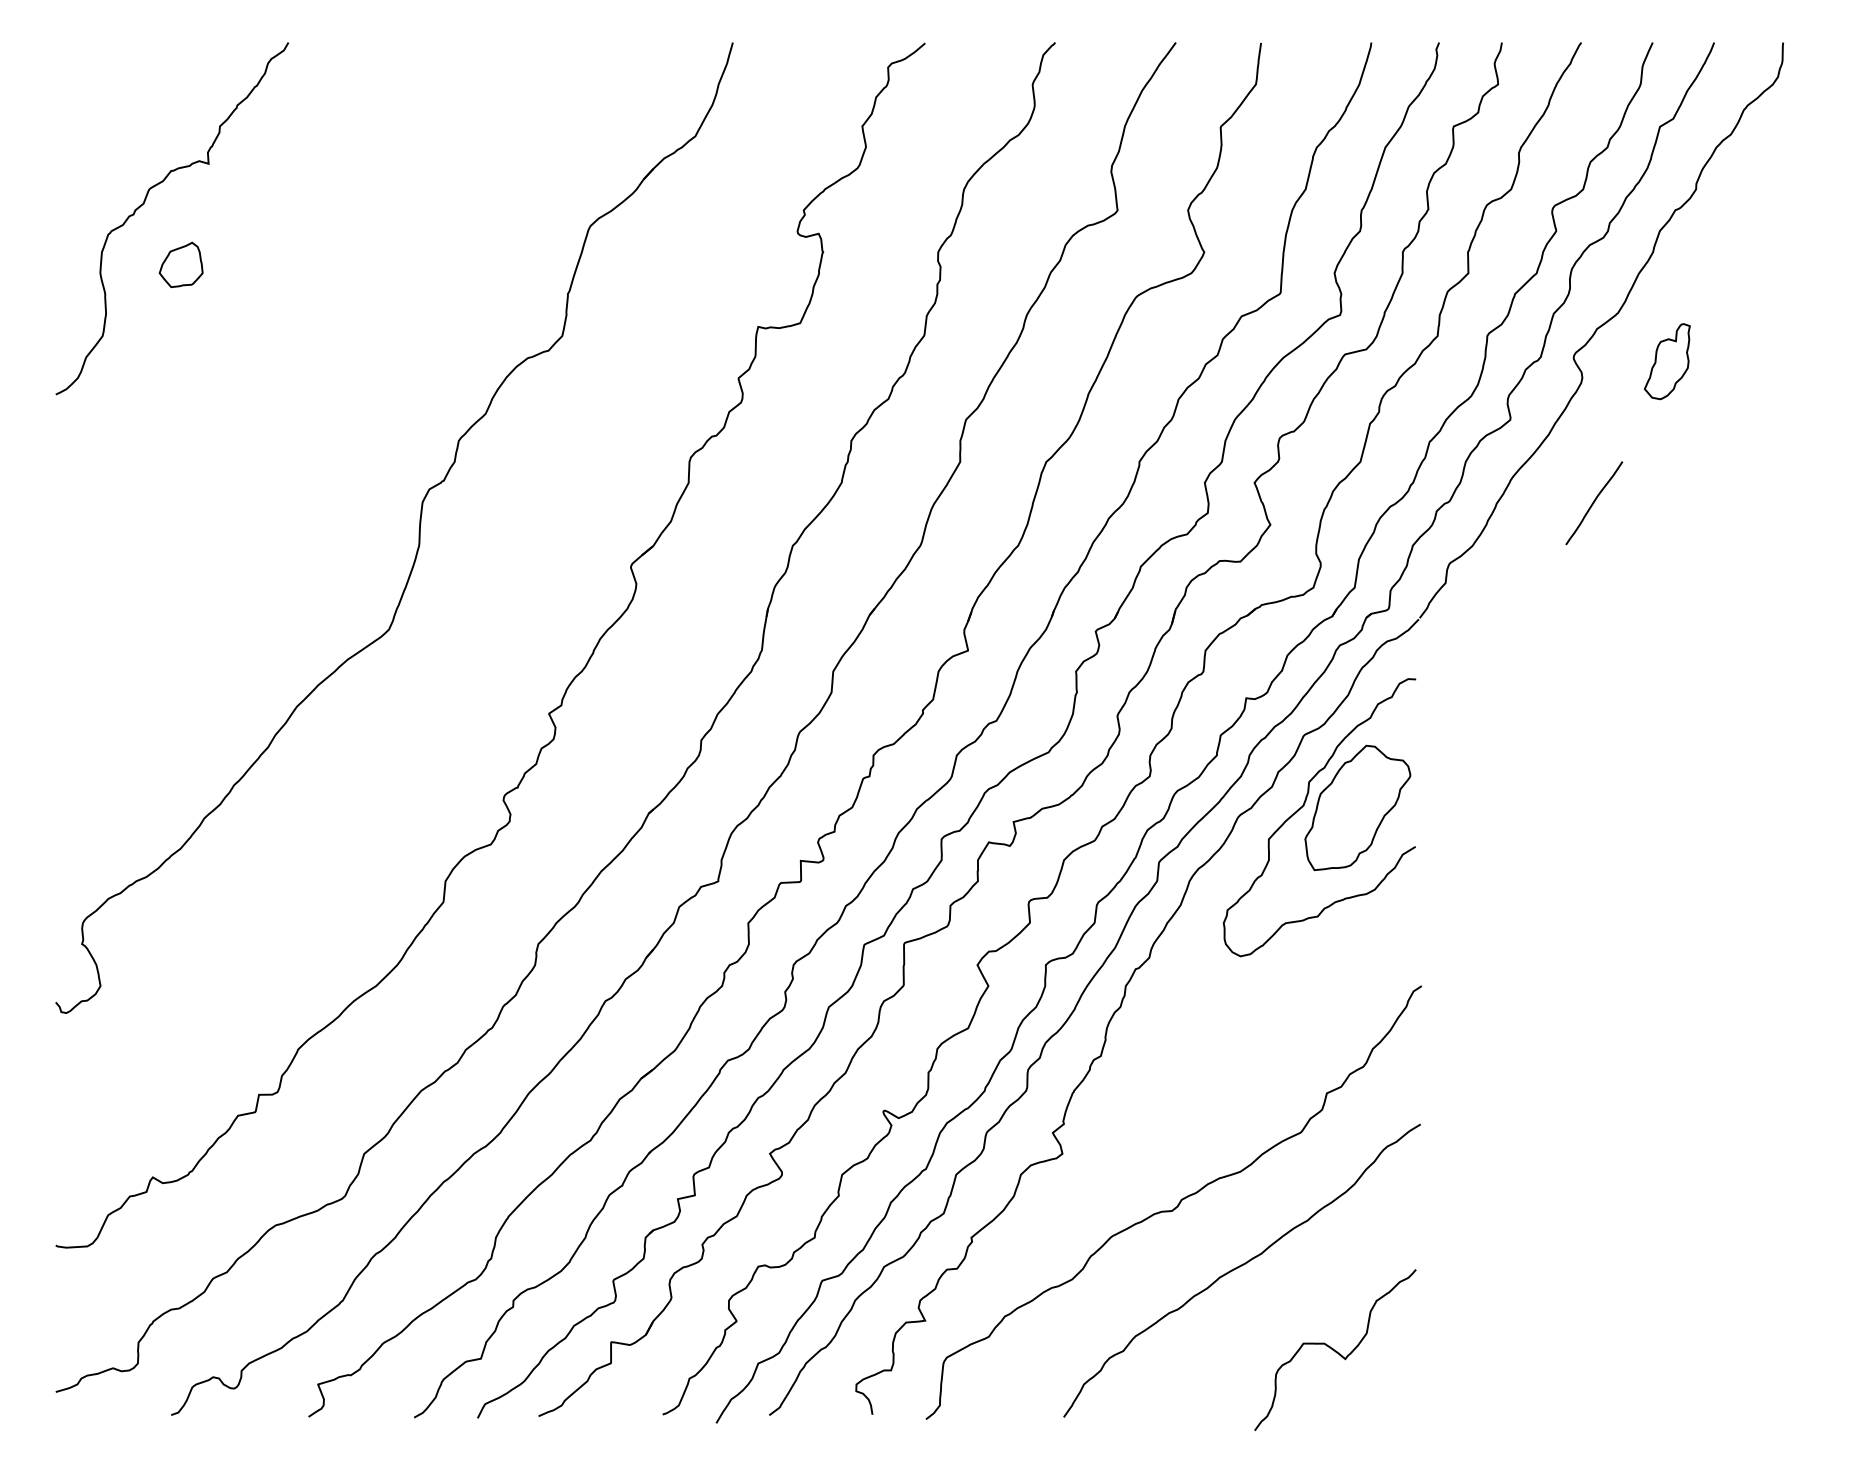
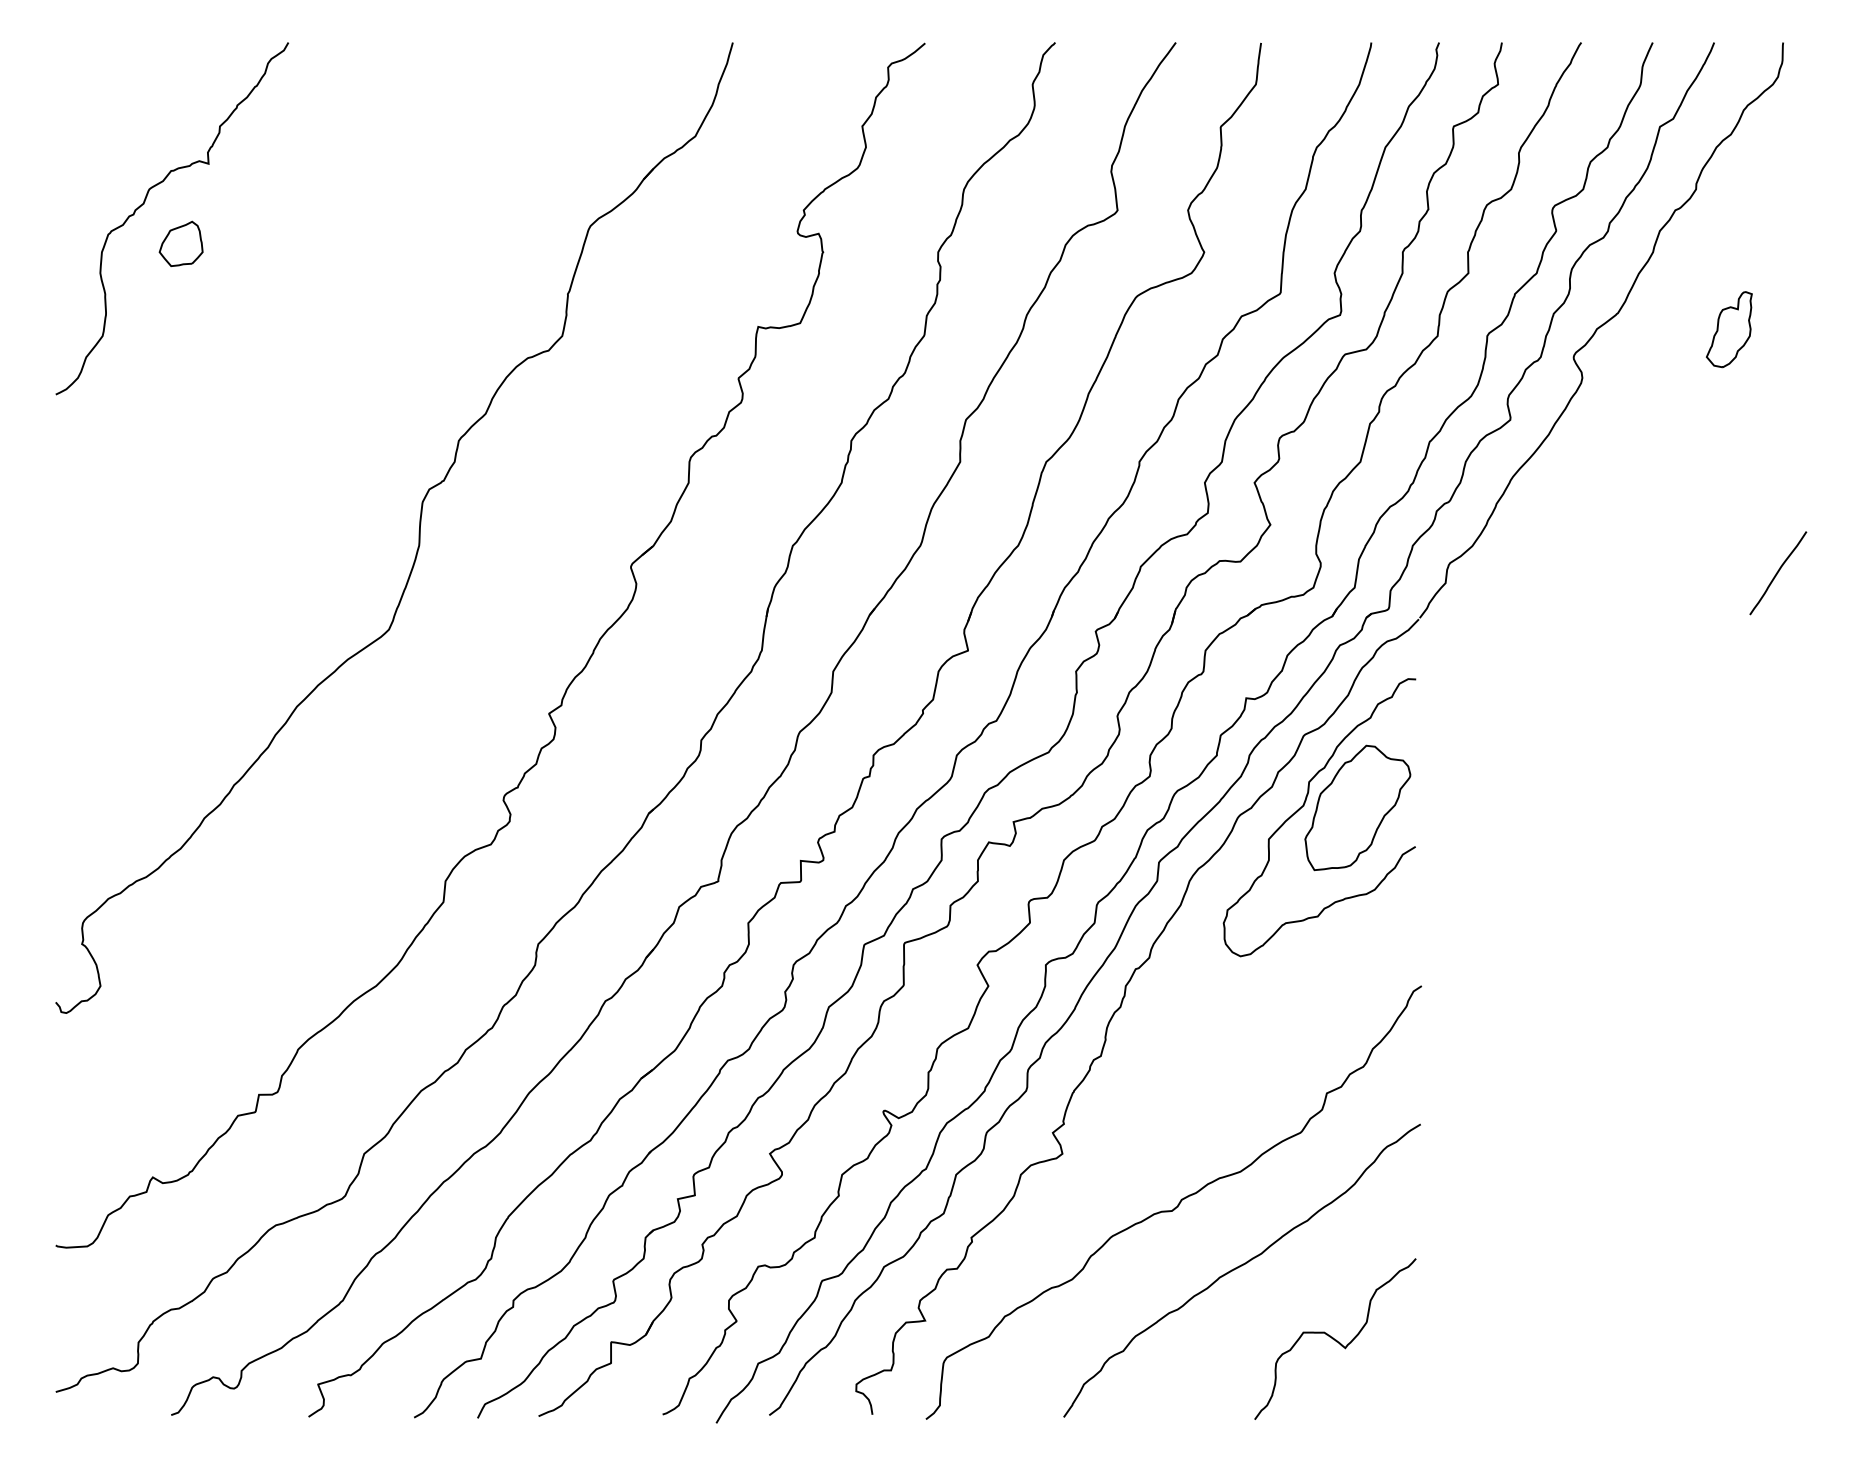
part at (180, 264) position: (180, 264) -> (180, 243)
part at (1667, 361) position: (1667, 361) -> (1729, 329)
curve at (1594, 503) position: (1594, 503) -> (1778, 573)
curve at (1334, 1349) position: (1334, 1349) -> (1334, 1338)
